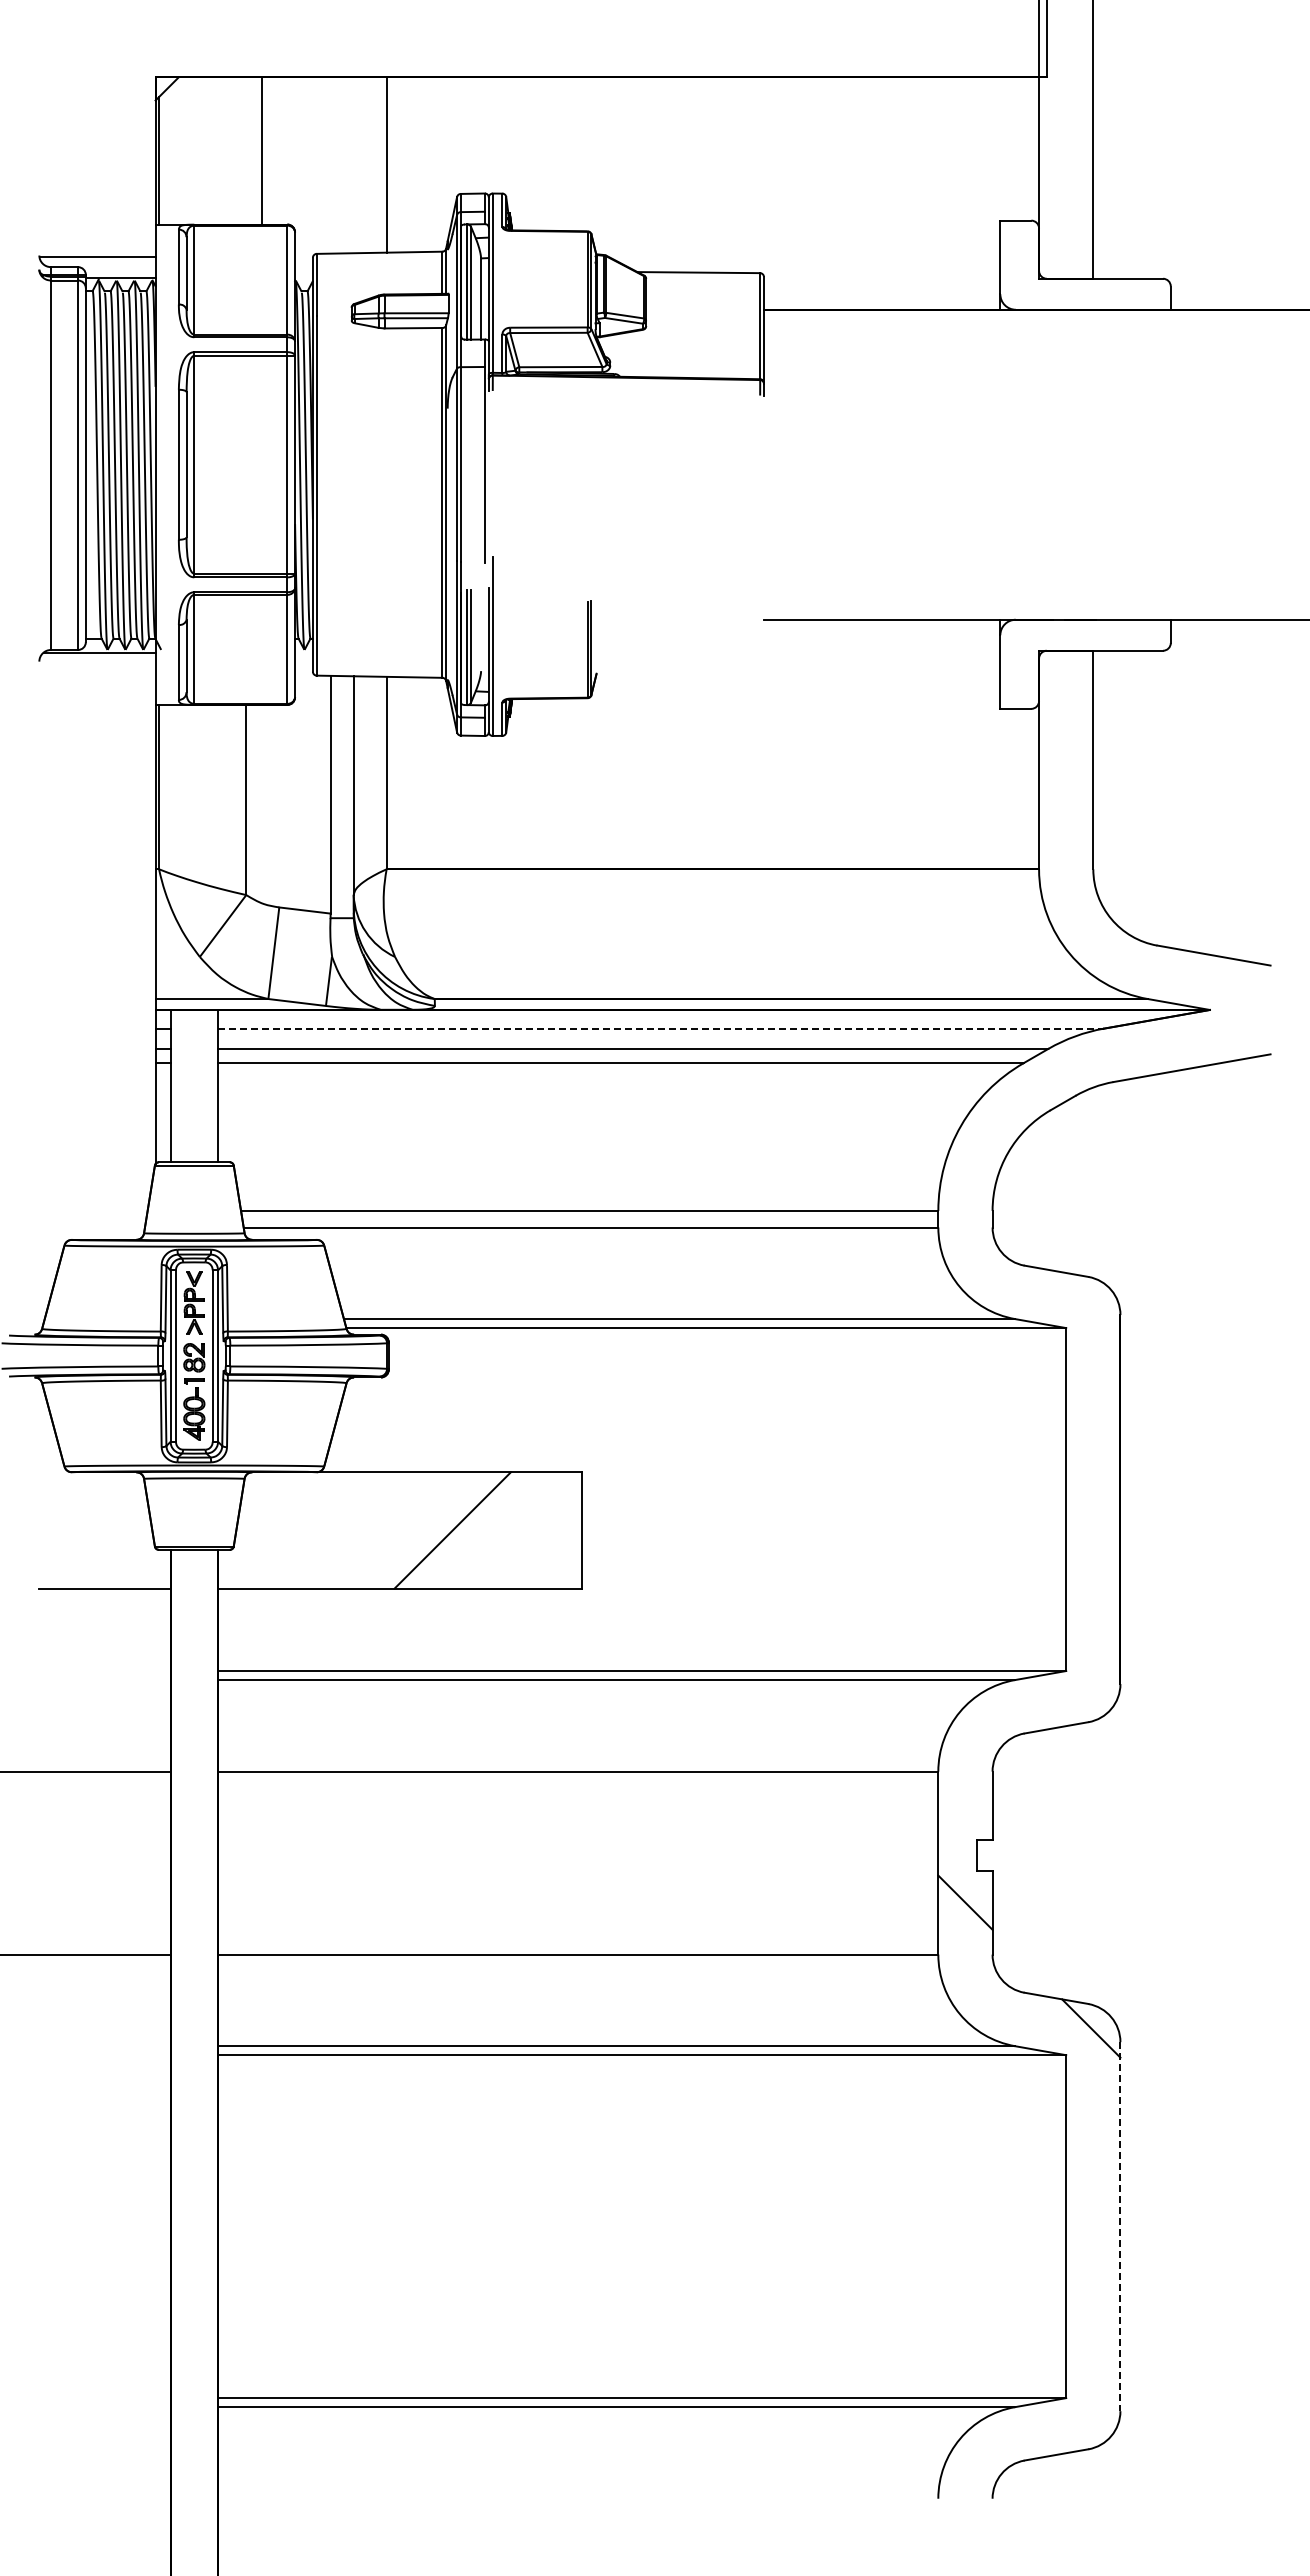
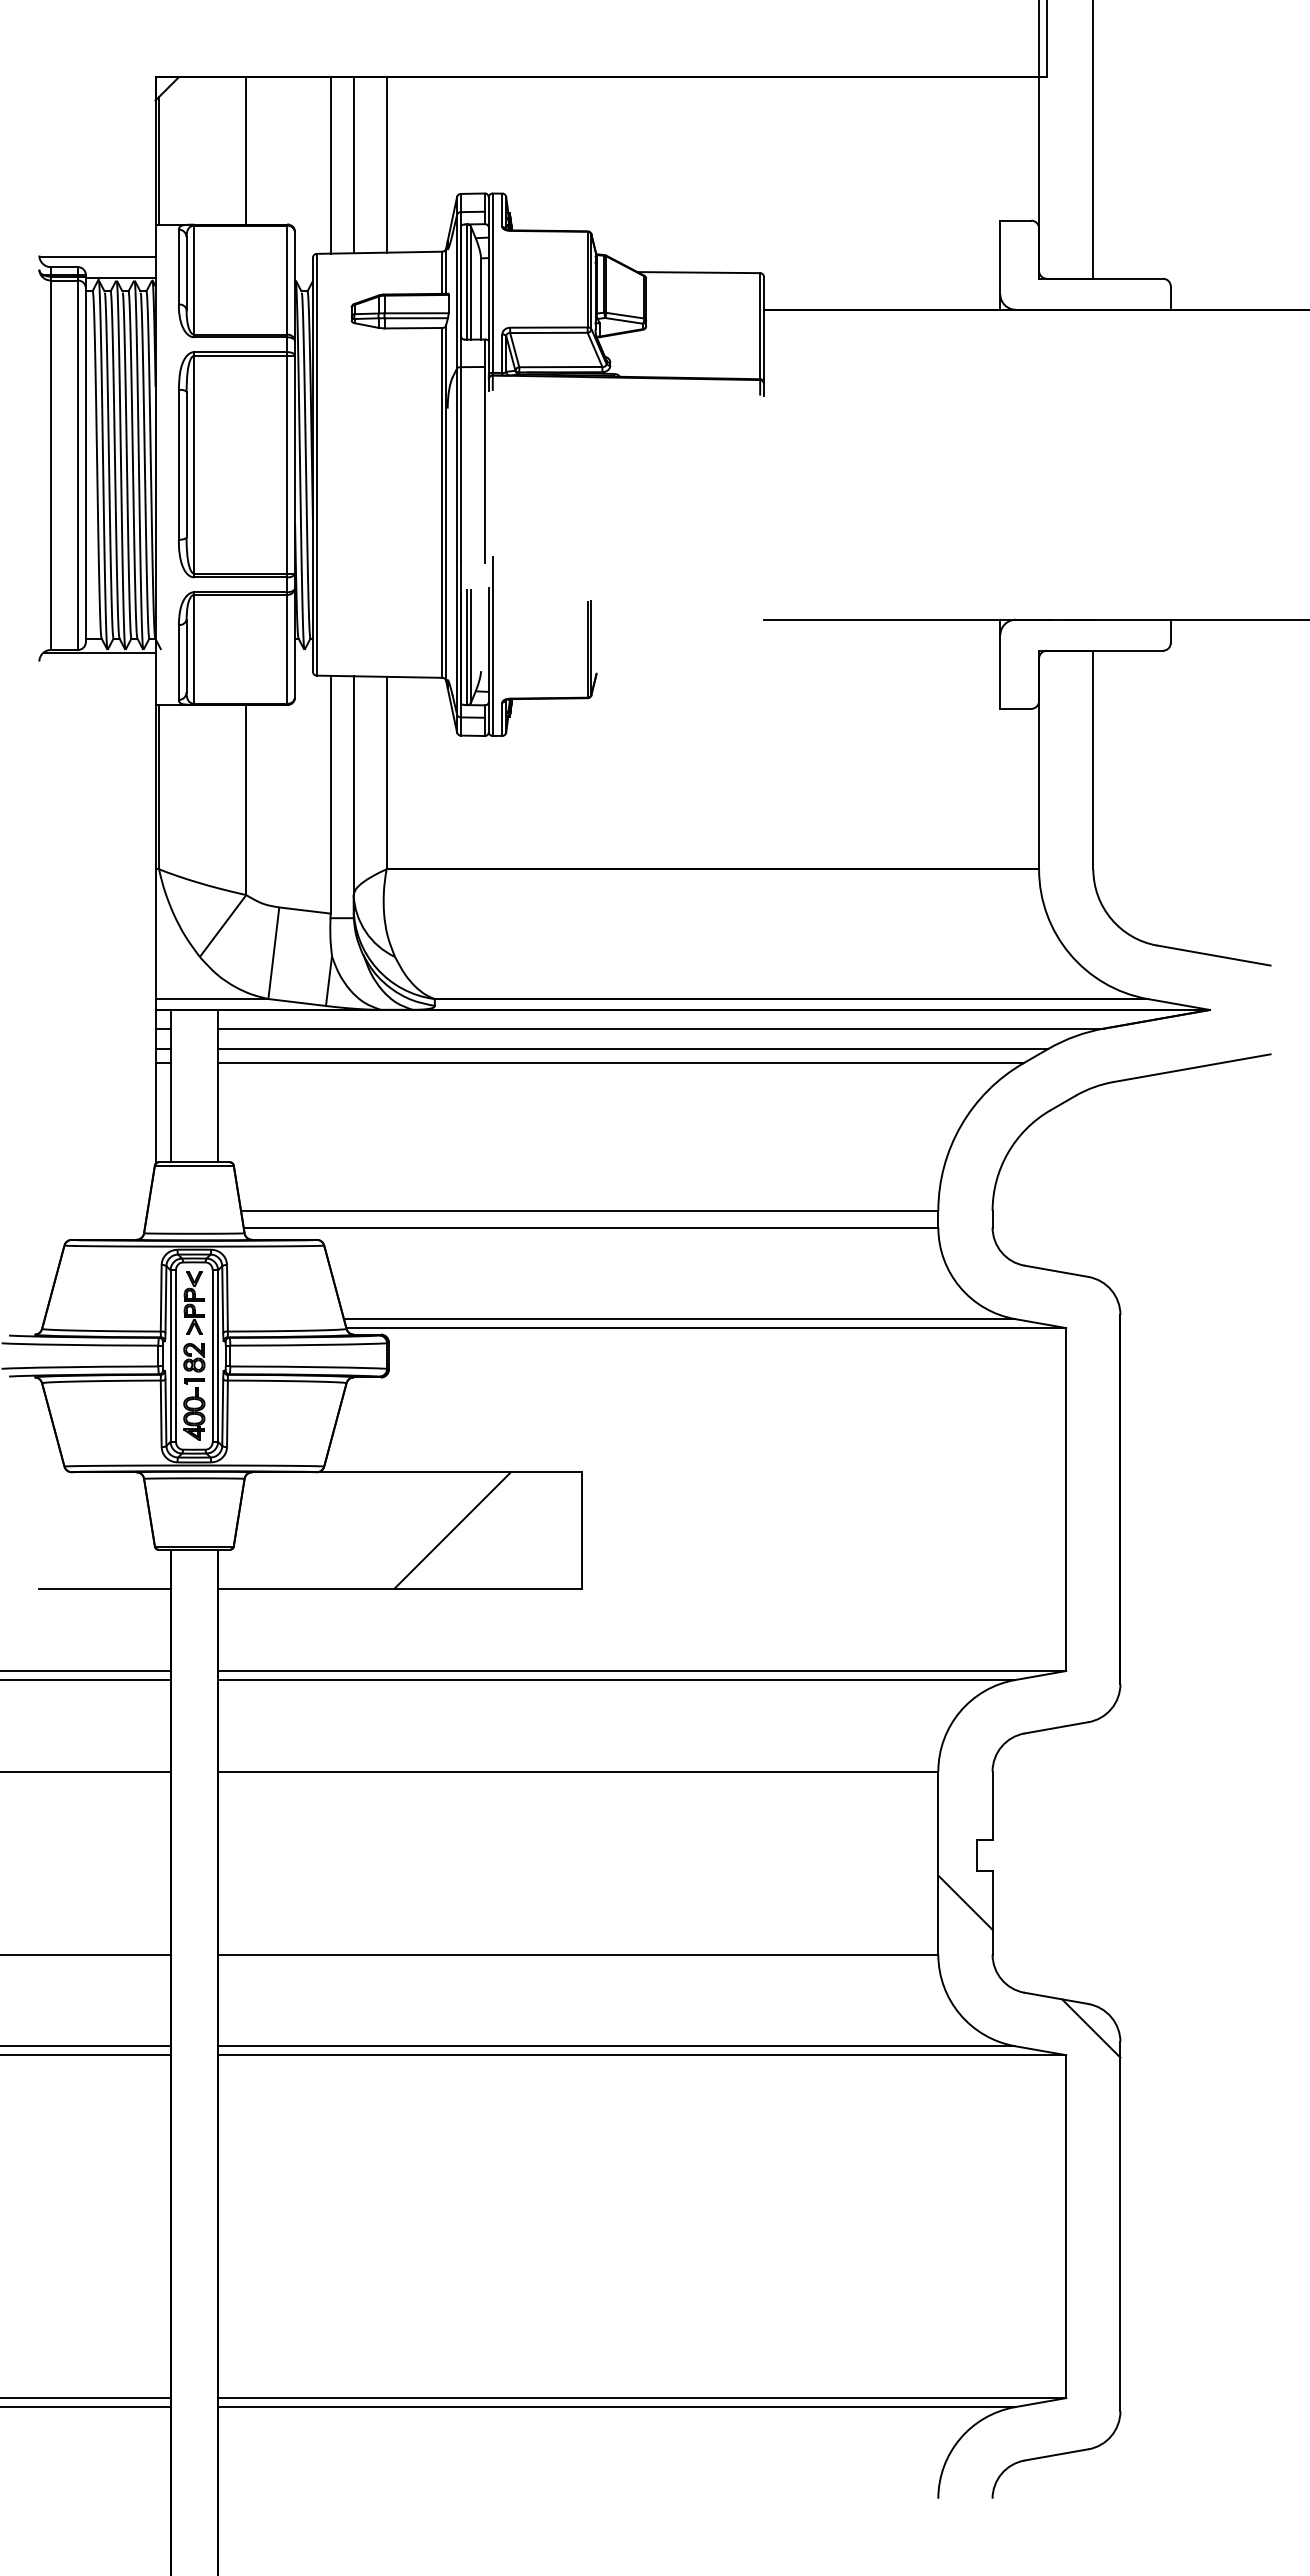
line at (262, 150) position: (262, 150) -> (246, 150)
line at (330, 165): none -> present
line at (353, 165): none -> present
line at (661, 1028): dashed -> solid
line at (86, 1671): none -> present
line at (86, 1680): none -> present
line at (86, 2046): none -> present
line at (86, 2055): none -> present
line at (1120, 2227): dashed -> solid
line at (86, 2398): none -> present
line at (86, 2407): none -> present
